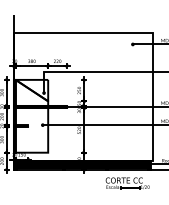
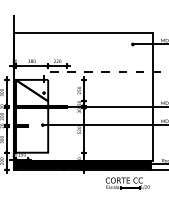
line at (95, 72): solid -> dashed
